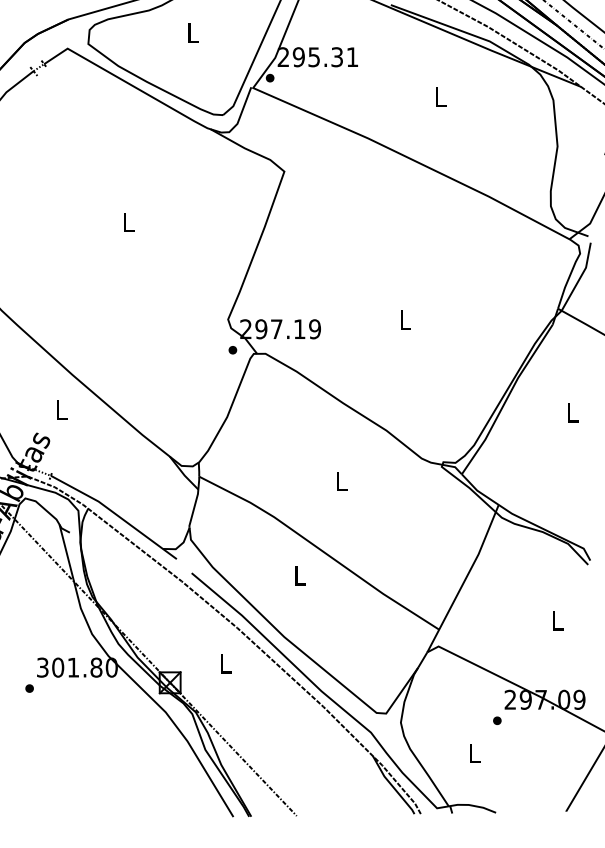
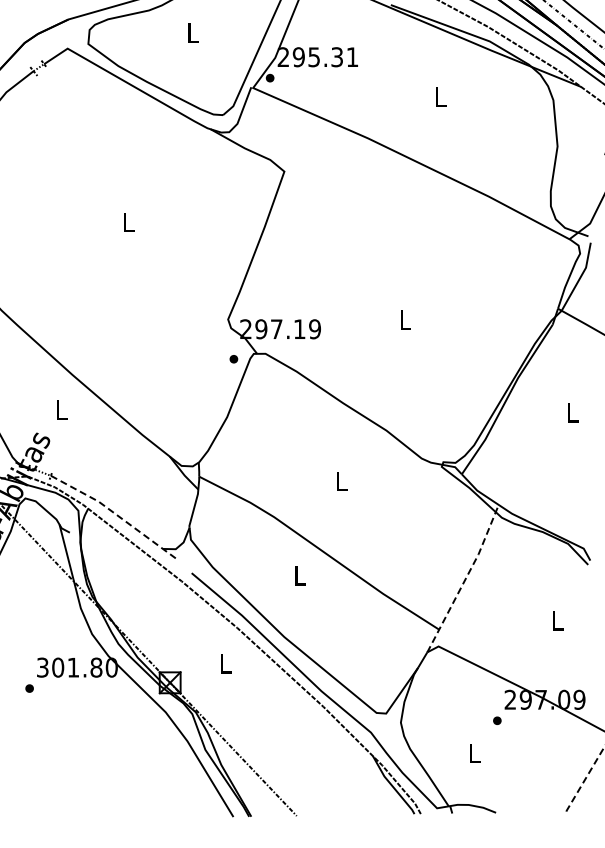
part at (232, 350) position: (232, 350) -> (233, 359)
line at (115, 513): solid -> dashed
line at (465, 579): solid -> dashed
line at (585, 779): solid -> dashed
